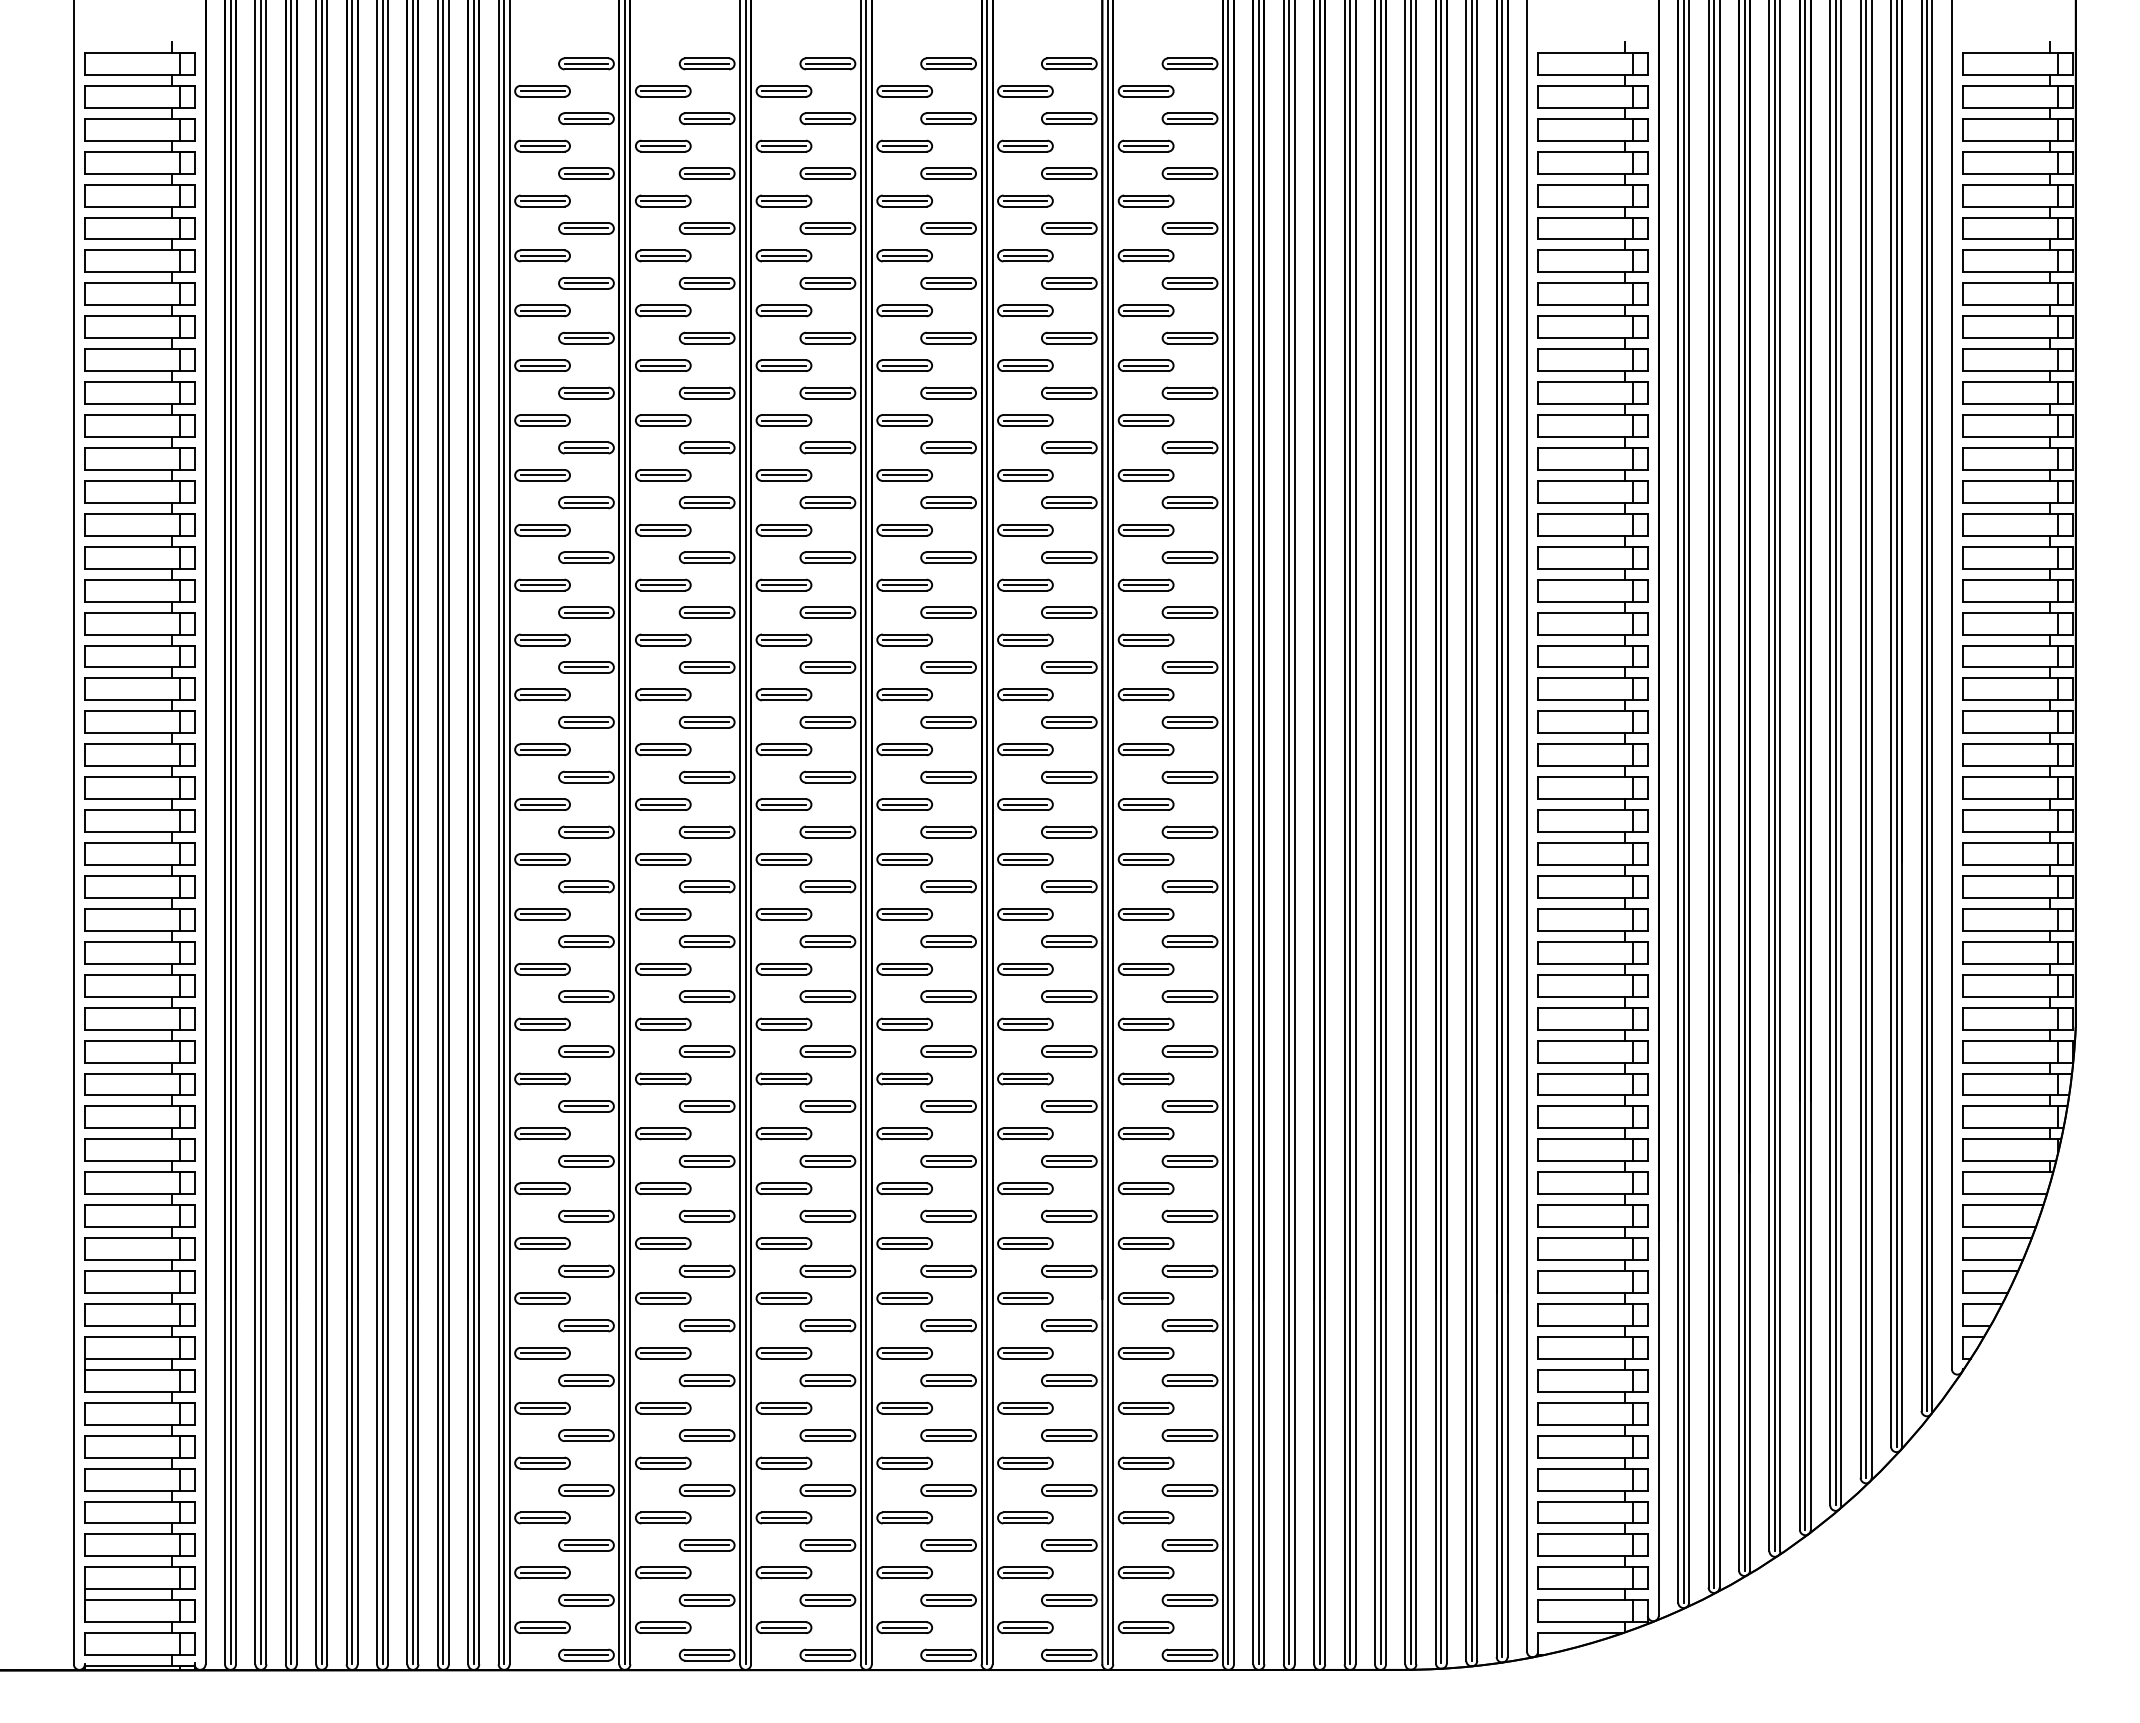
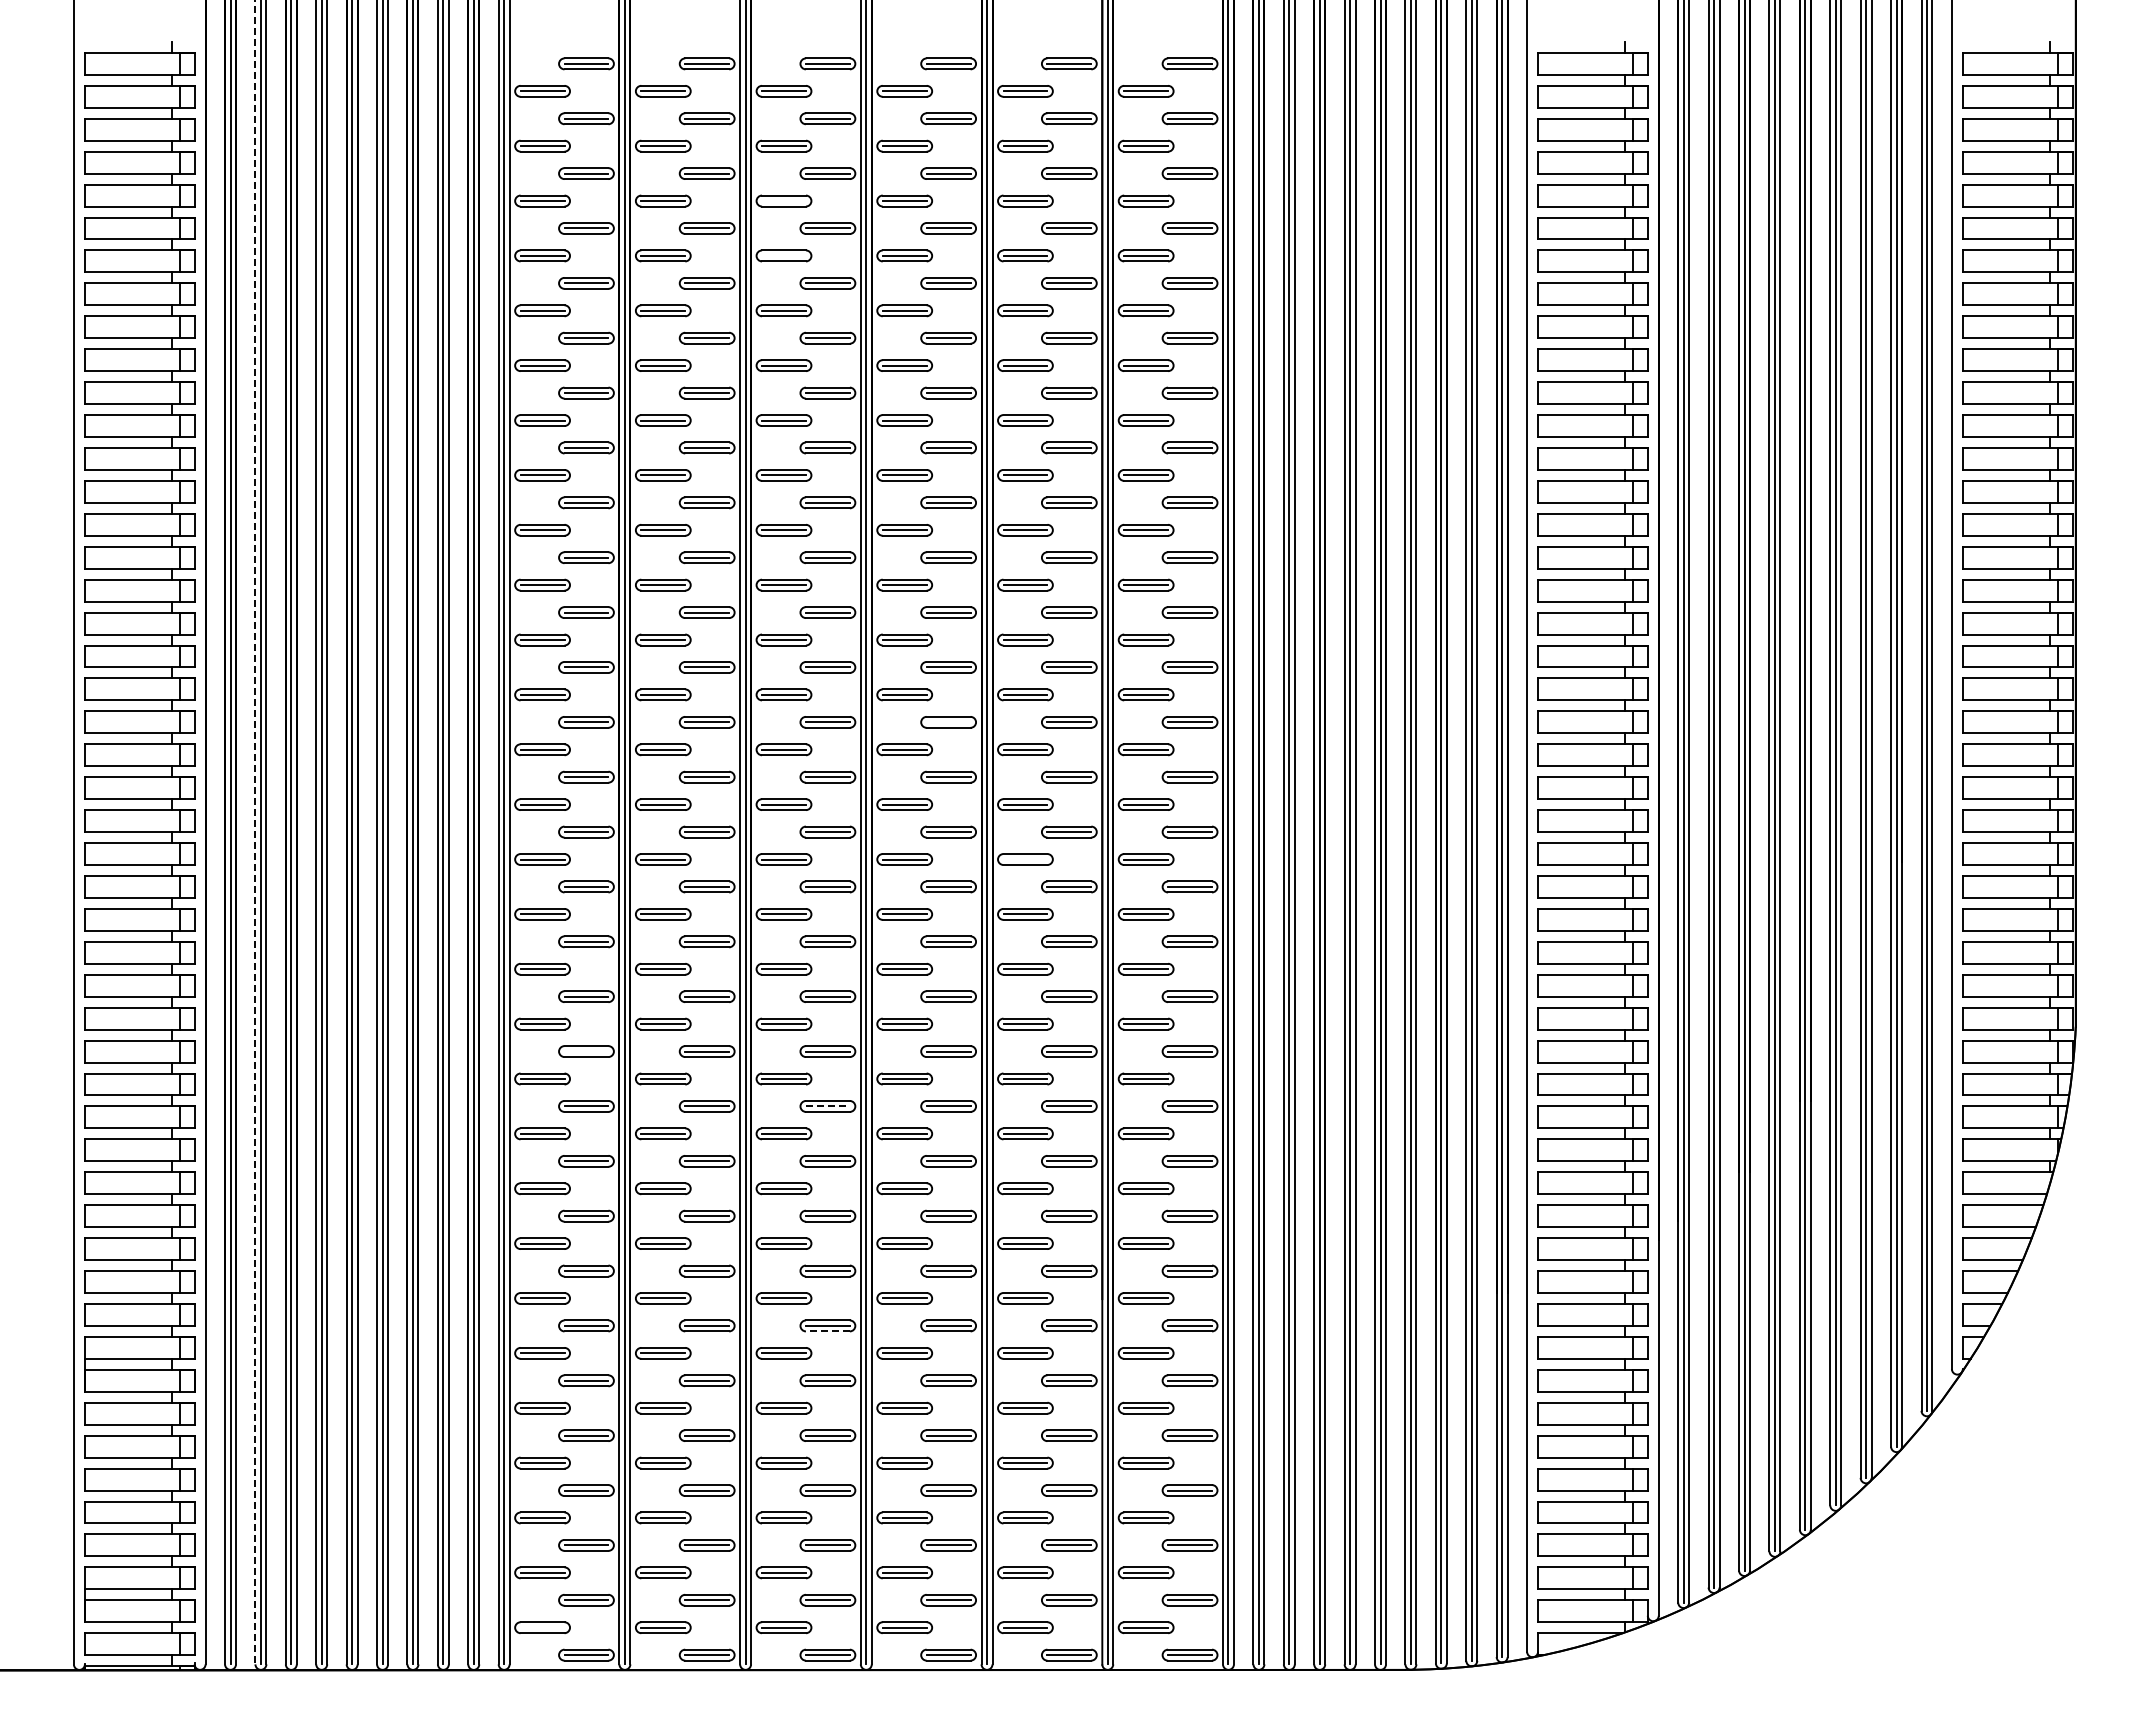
line at (783, 201): present -> none
line at (783, 255): present -> none
line at (948, 722): present -> none
line at (255, 832): solid -> dashed
line at (1025, 859): present -> none
line at (586, 1051): present -> none
line at (827, 1106): solid -> dashed
line at (827, 1331): solid -> dashed
line at (542, 1627): present -> none
